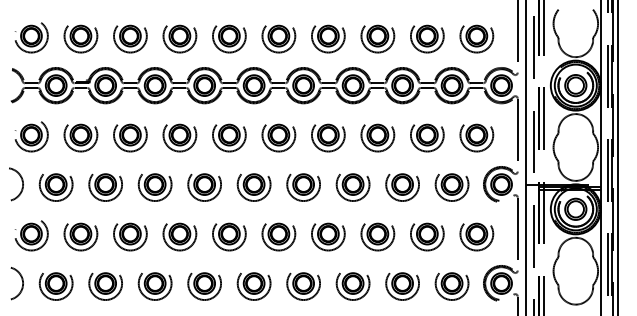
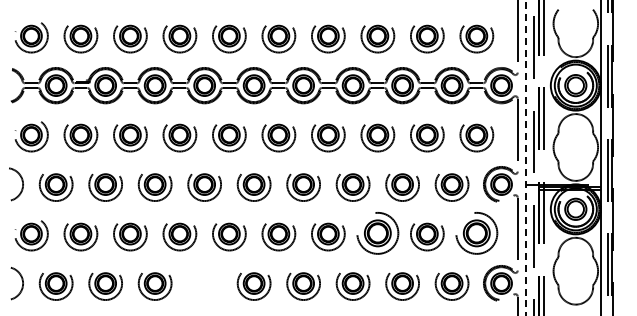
line at (617, 157): present -> none
line at (526, 158): solid -> dashed
part at (377, 236) size: 36x30 px -> 44x43 px
part at (476, 236) size: 36x30 px -> 44x43 px
part at (204, 286): present -> none
